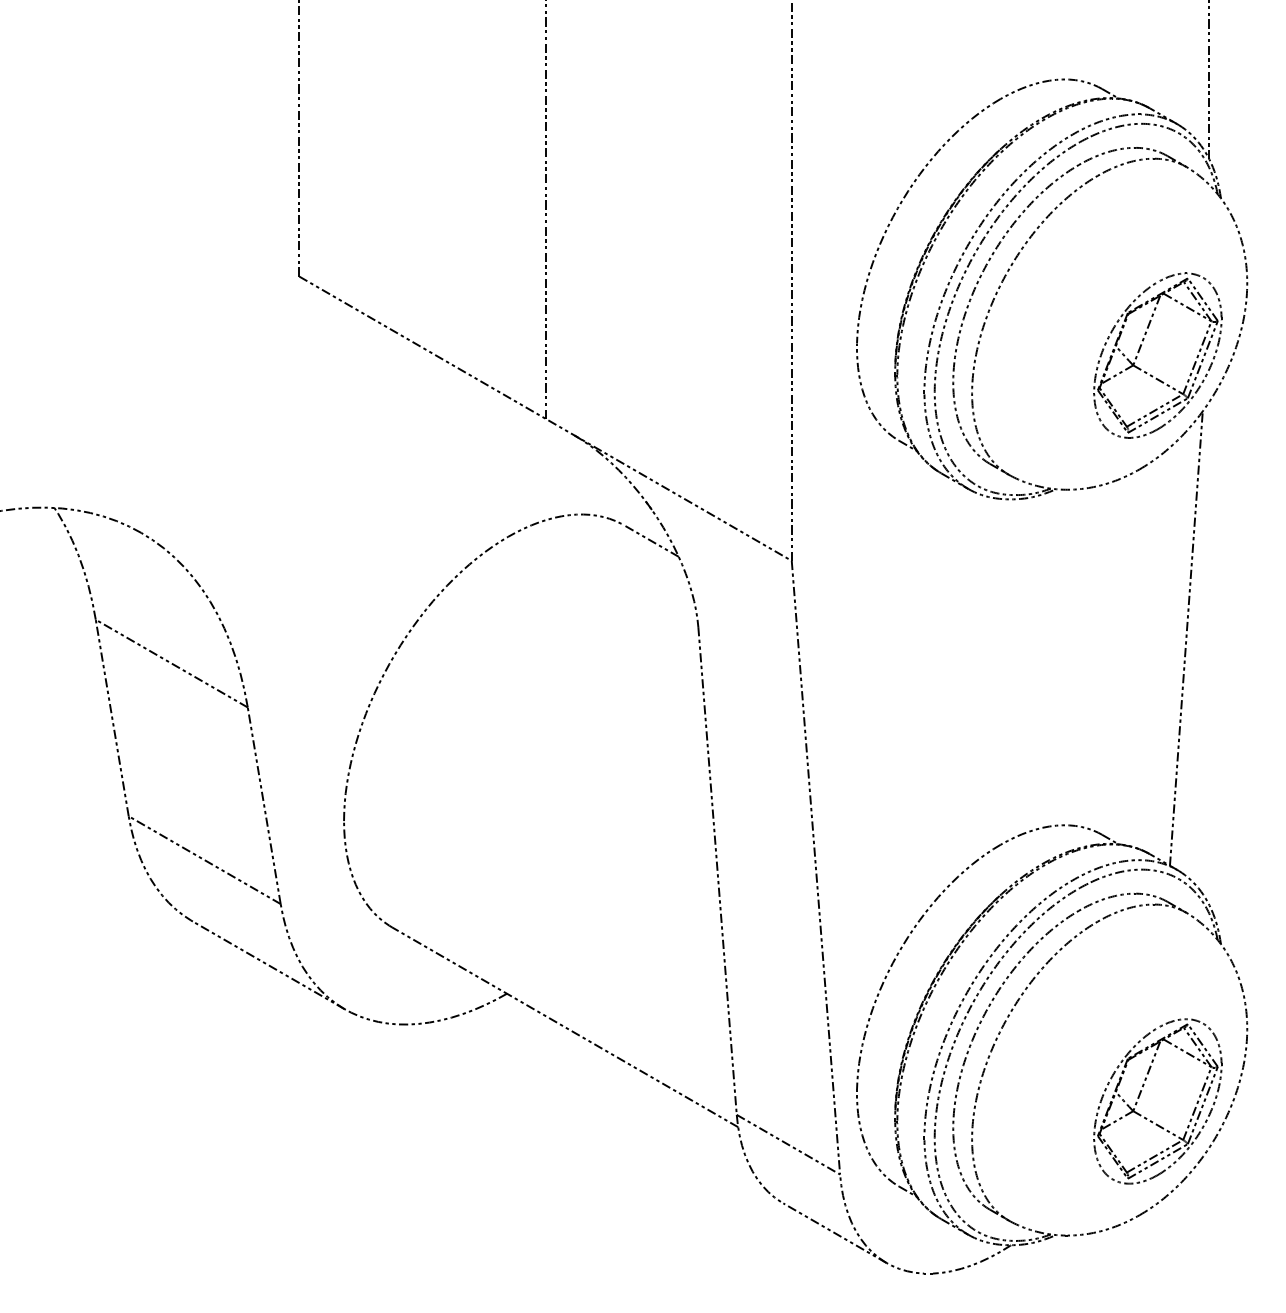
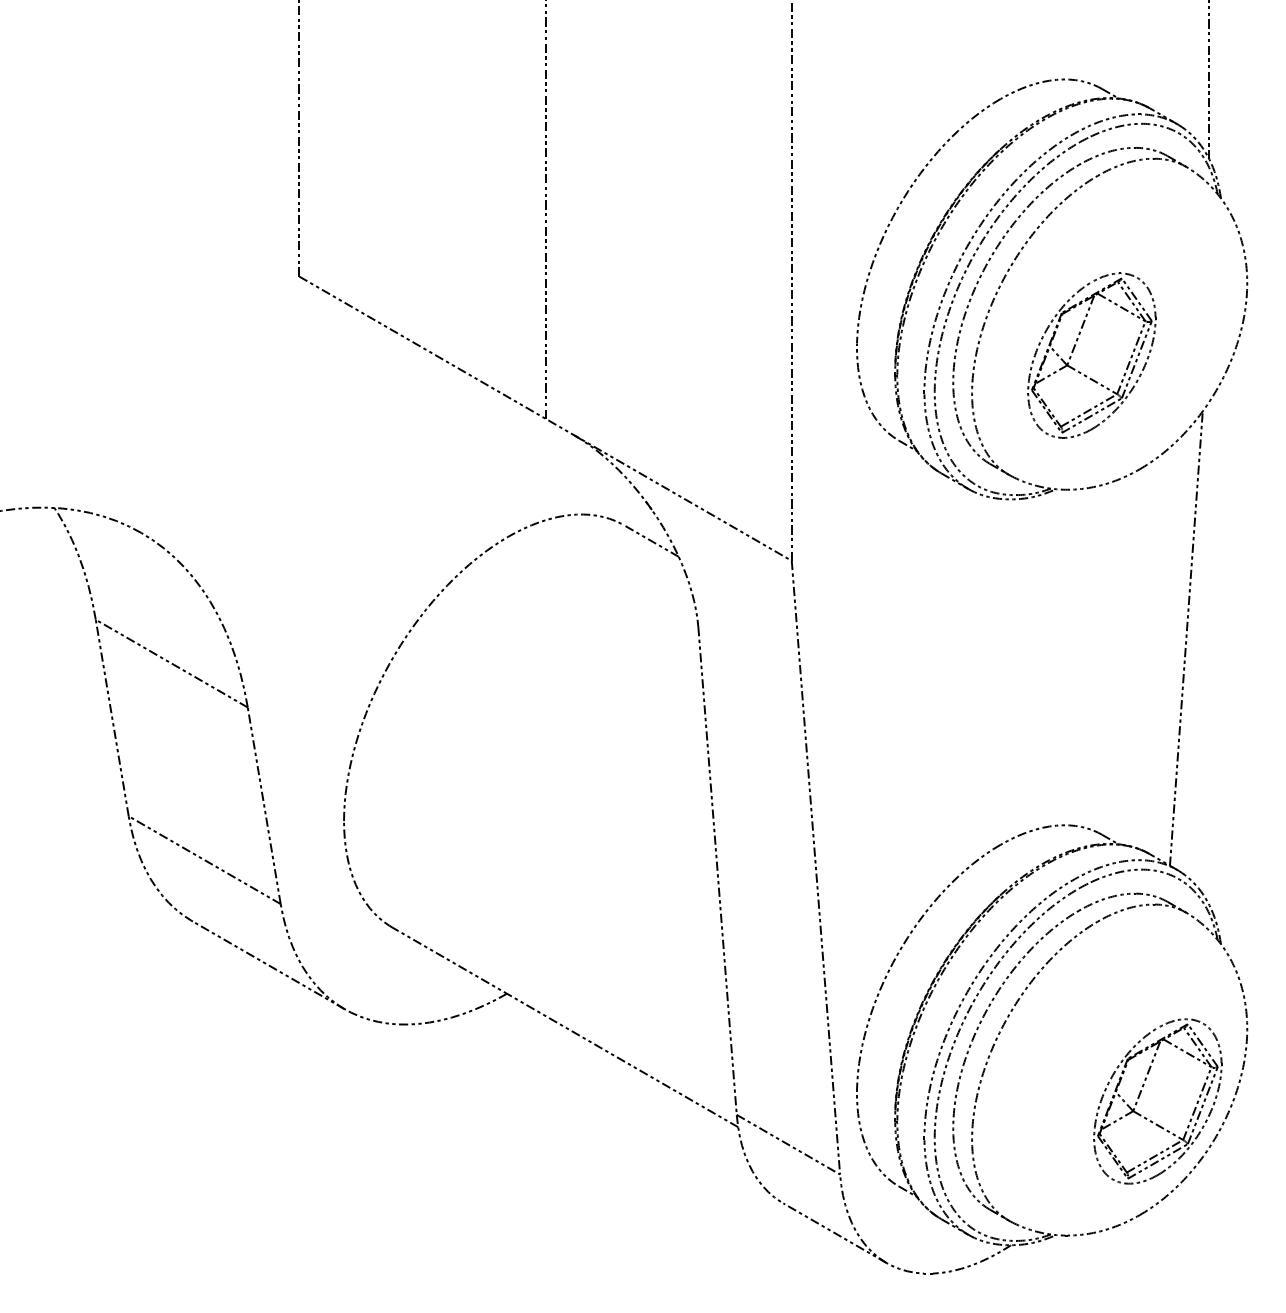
part at (1141, 347) position: (1141, 347) -> (1075, 347)
